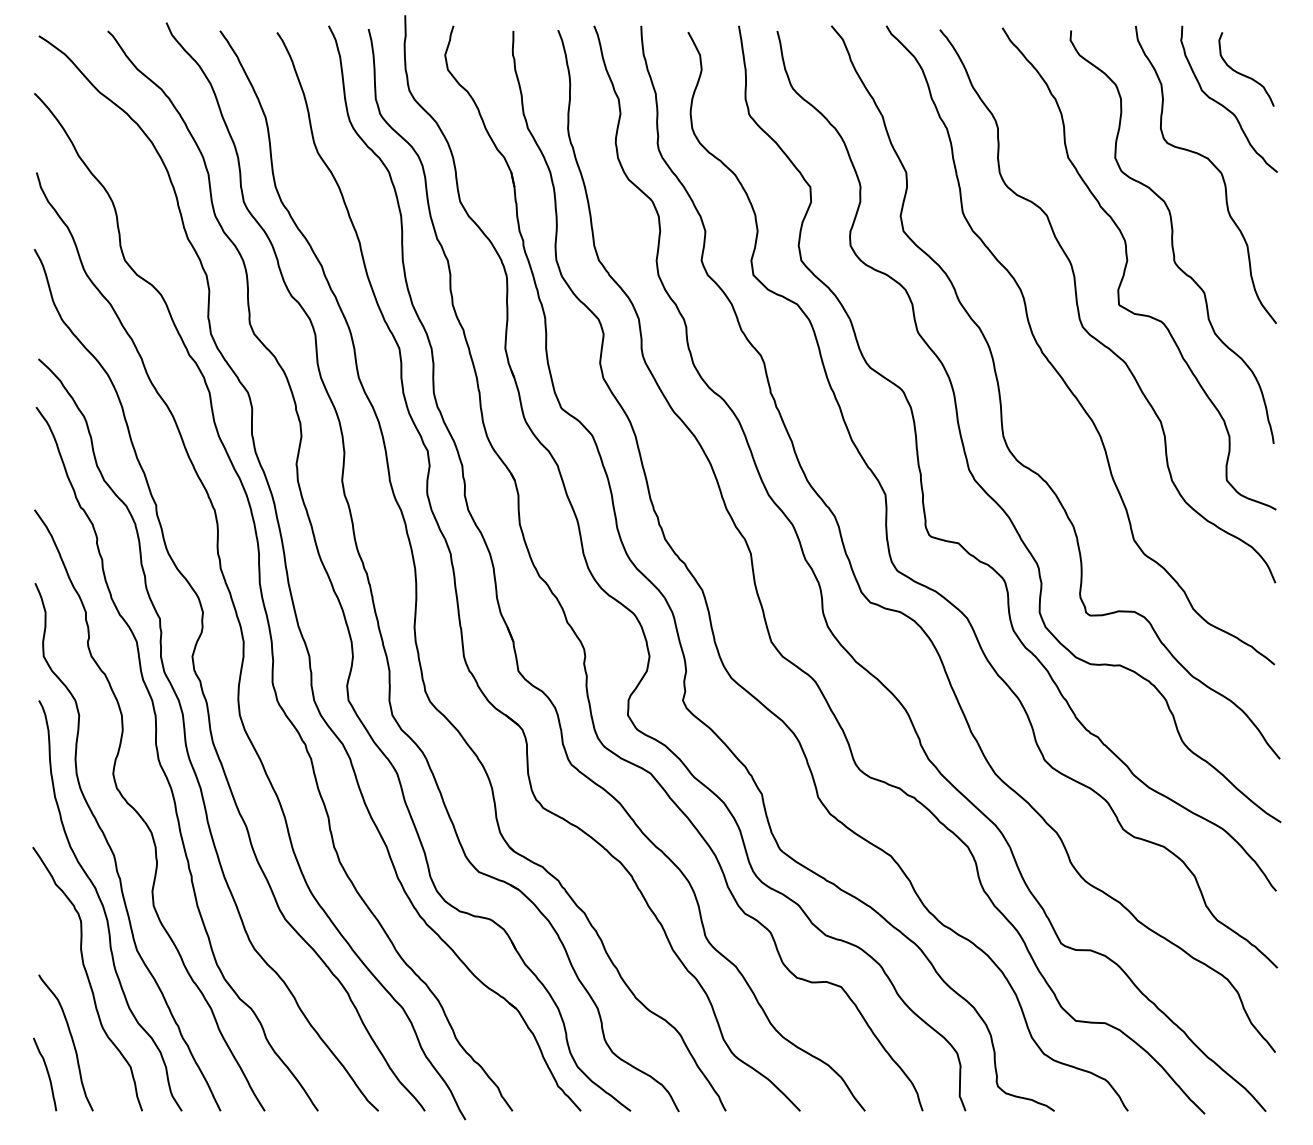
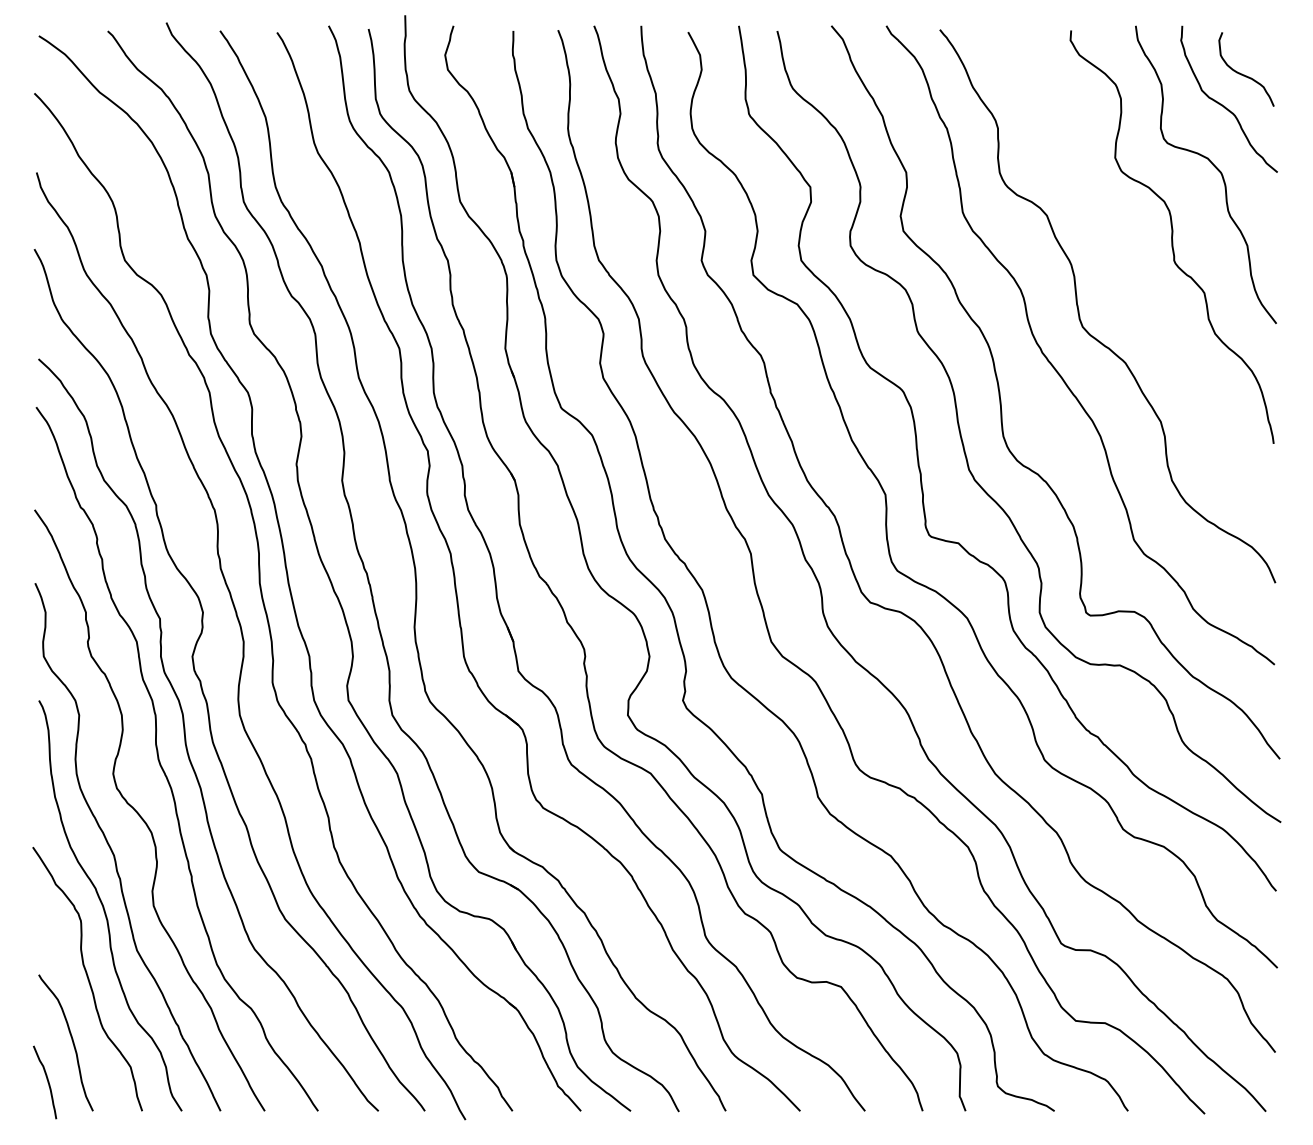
curve at (1127, 264): present -> none
curve at (47, 1074) position: (47, 1074) -> (47, 1082)
